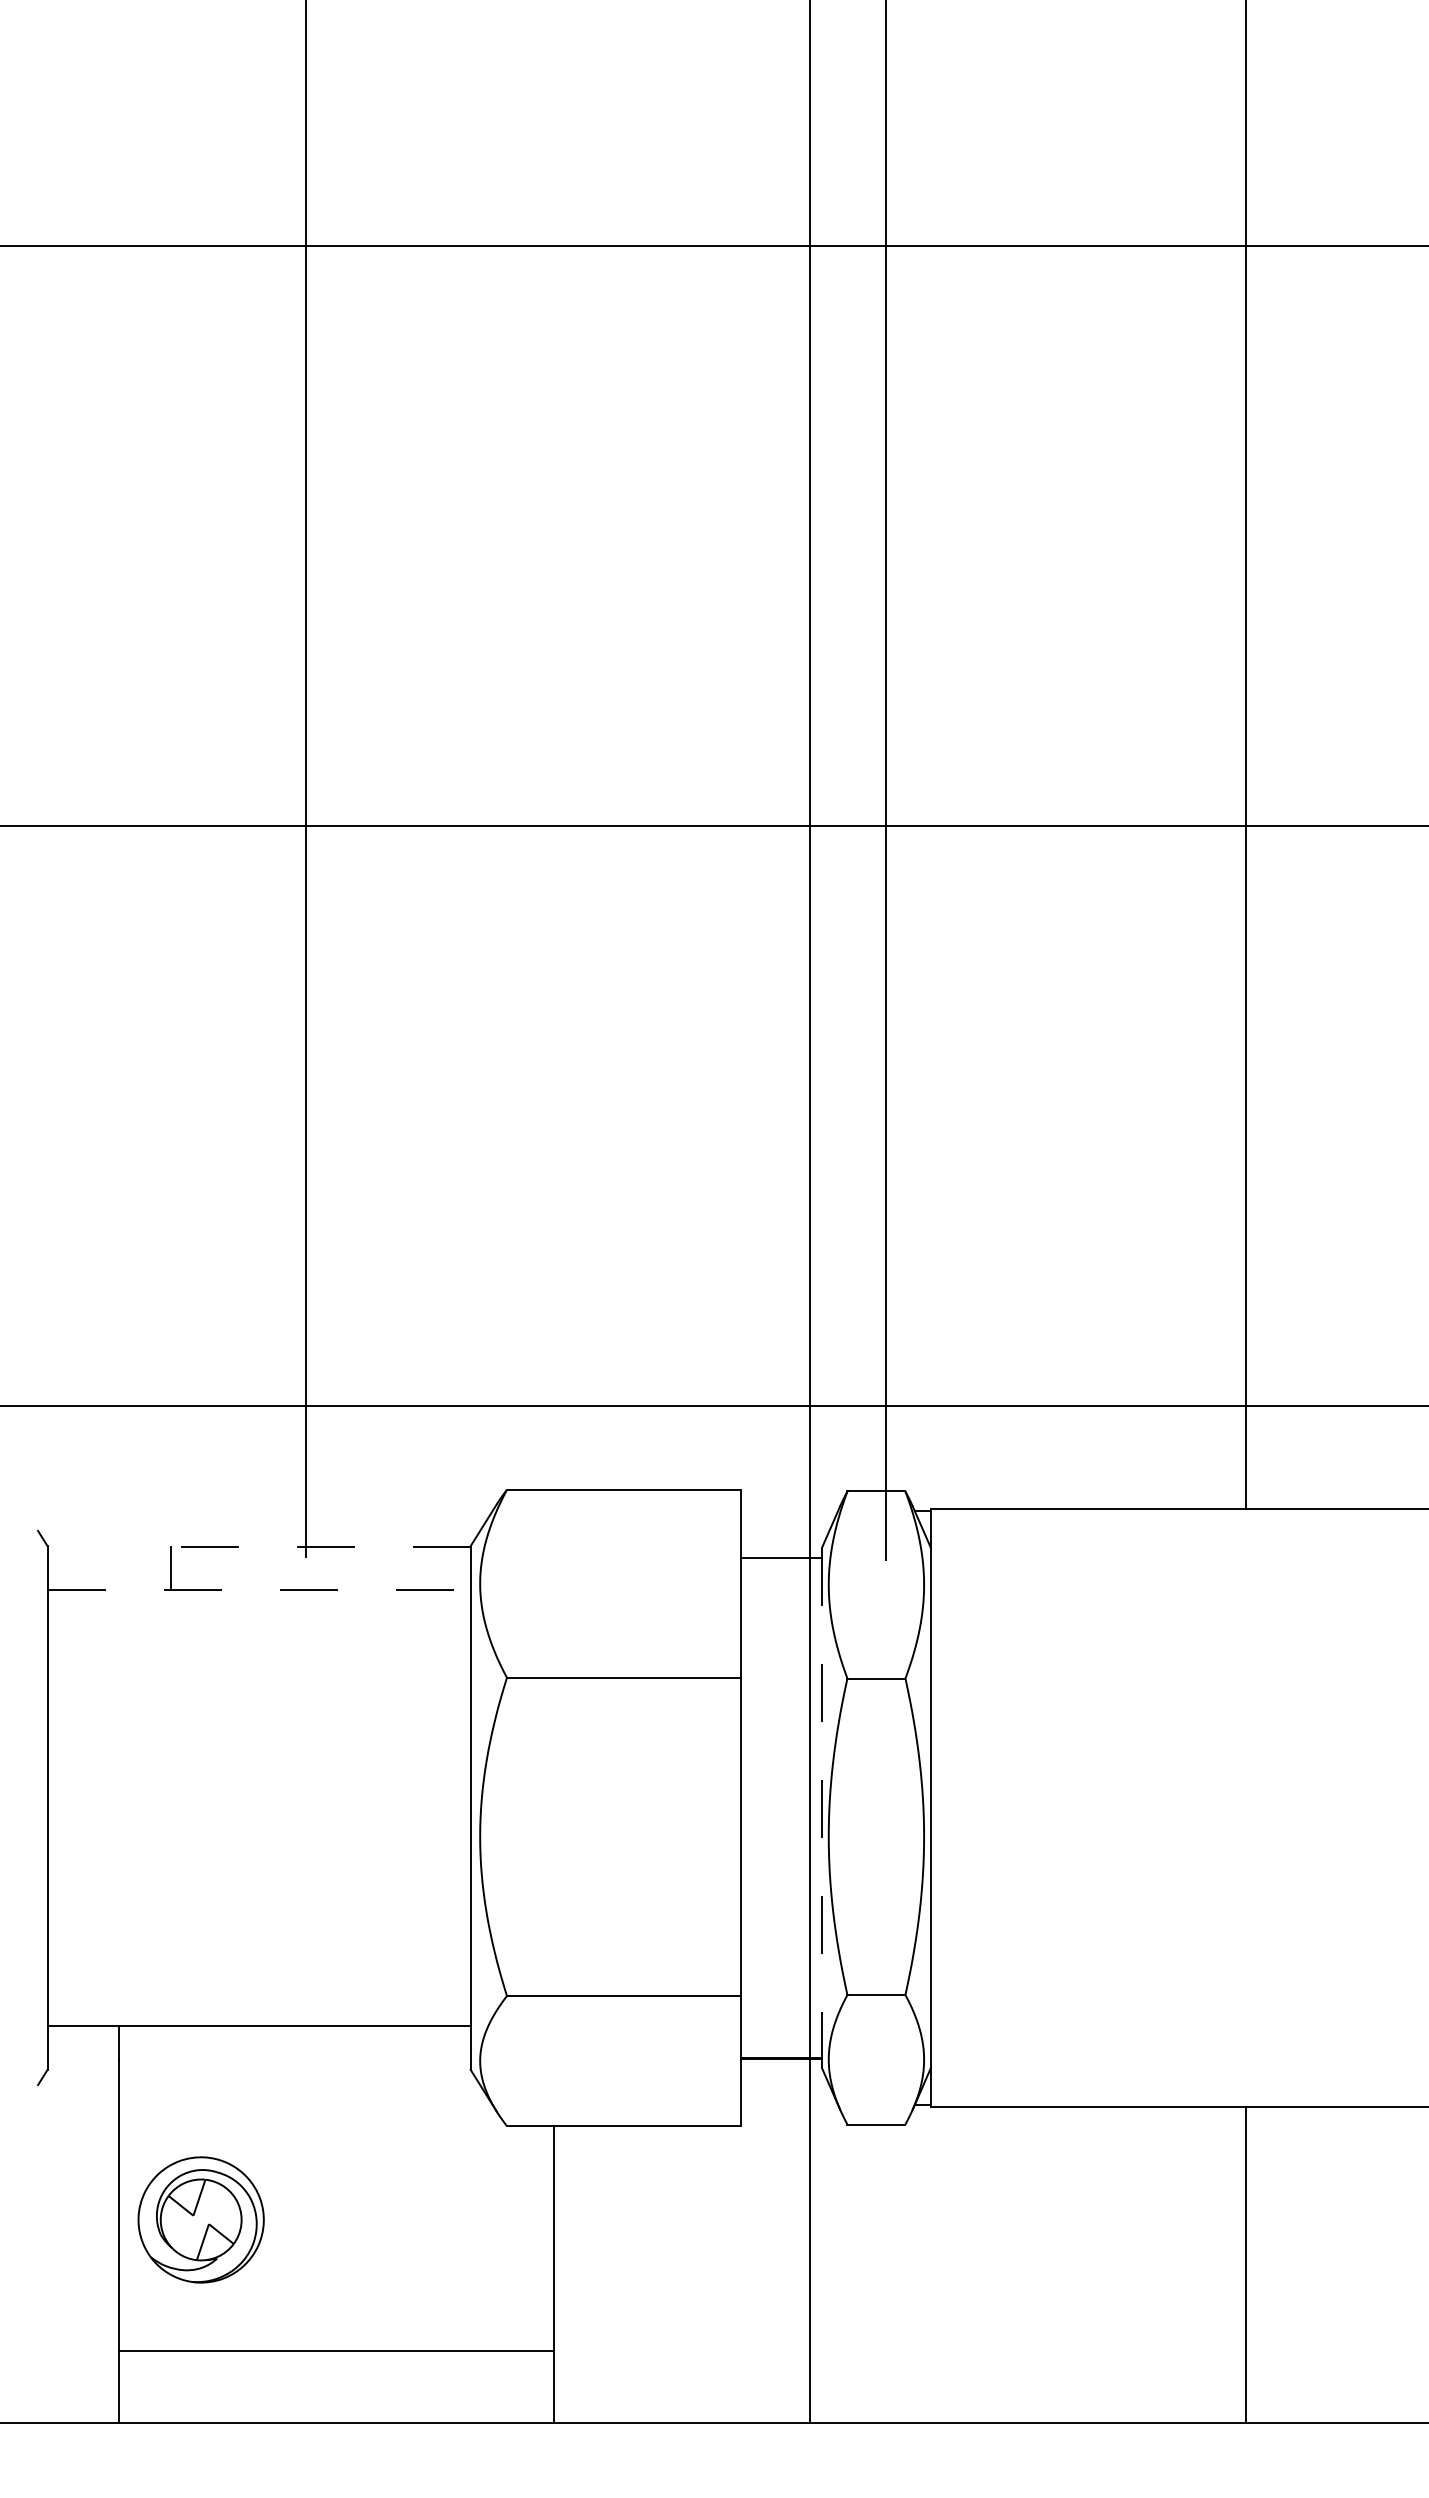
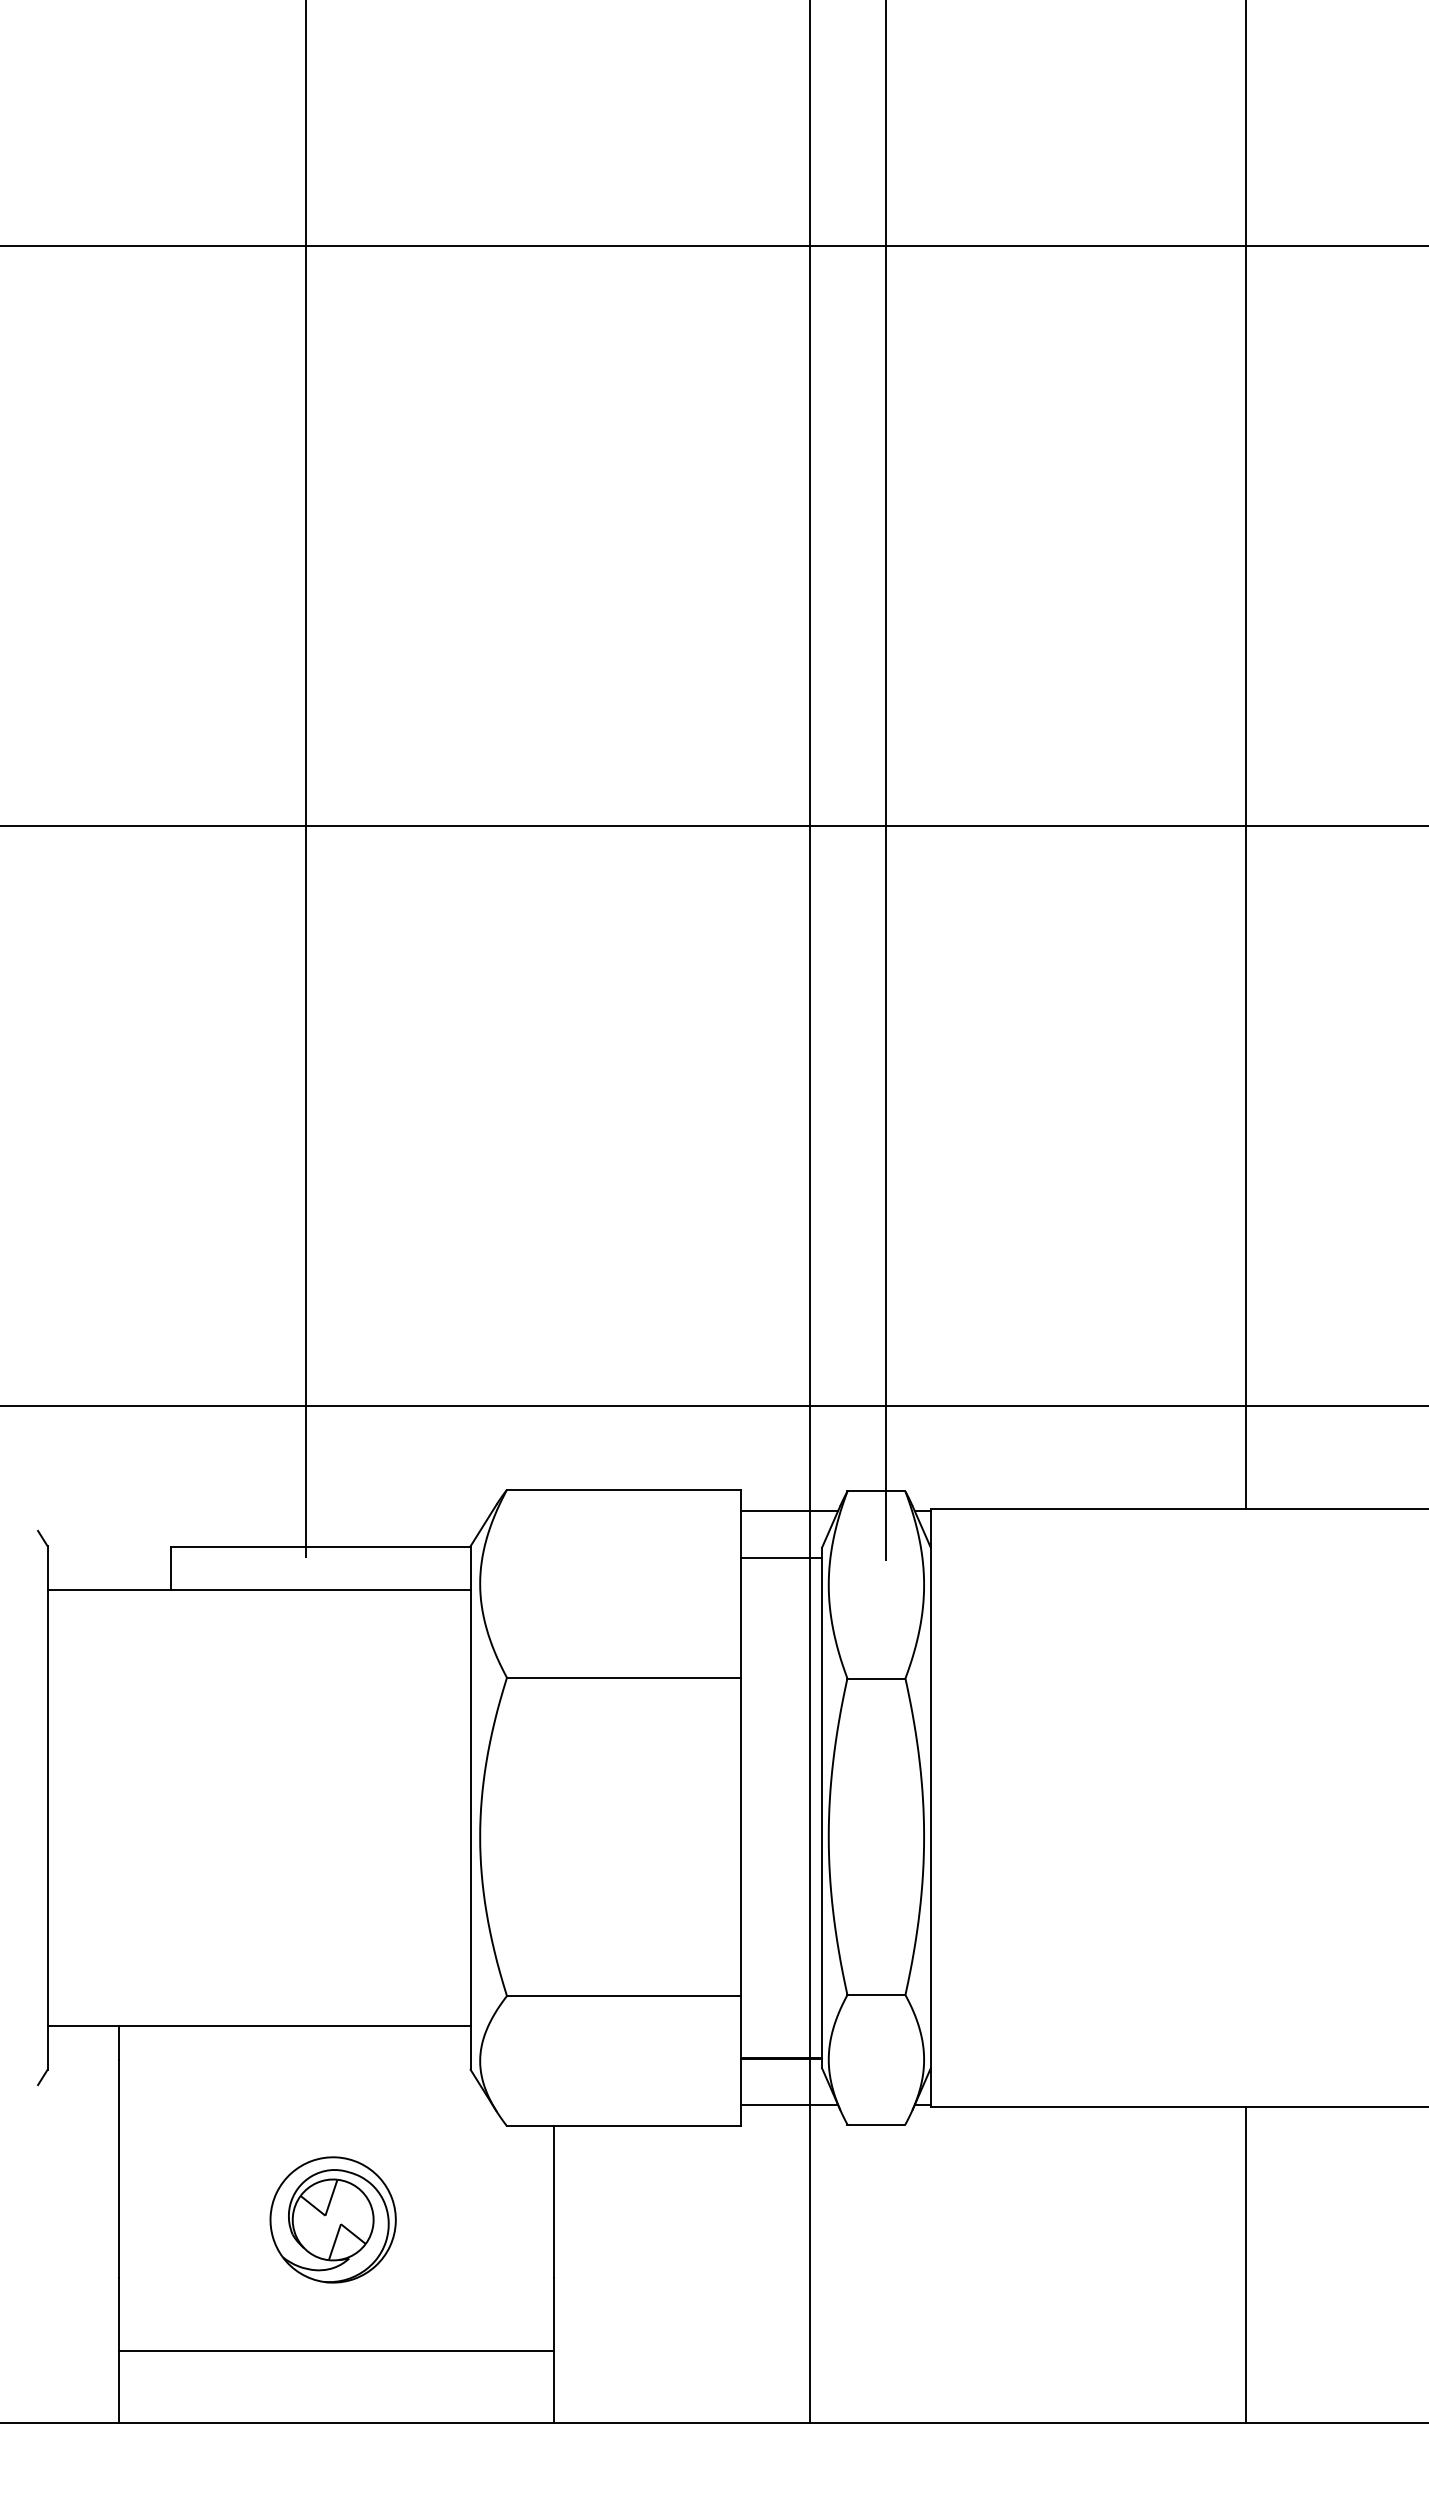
line at (789, 1510): none -> present
line at (320, 1546): dashed -> solid
line at (259, 1590): dashed -> solid
line at (822, 1808): dashed -> solid
line at (789, 2105): none -> present
part at (200, 2219) position: (200, 2219) -> (332, 2219)
